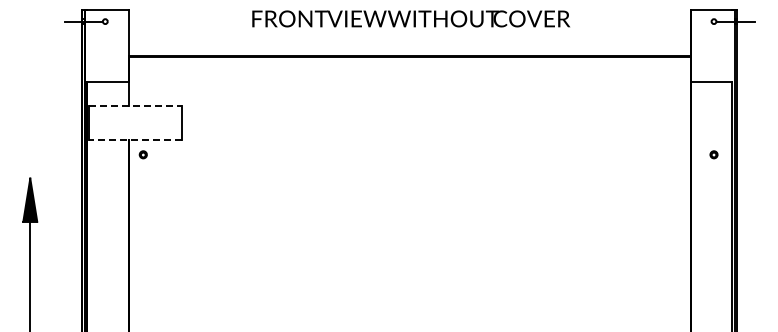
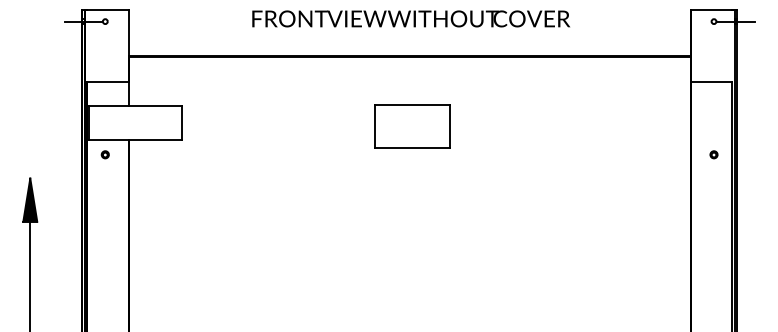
line at (135, 106): dashed -> solid
part at (412, 126): none -> present
line at (134, 139): dashed -> solid
part at (142, 154) position: (142, 154) -> (104, 154)
